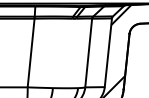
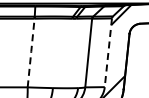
line at (31, 51): solid -> dashed
line at (108, 52): solid -> dashed
